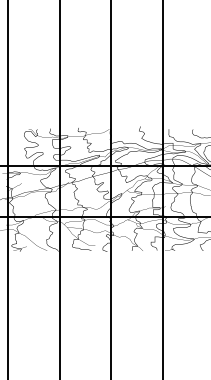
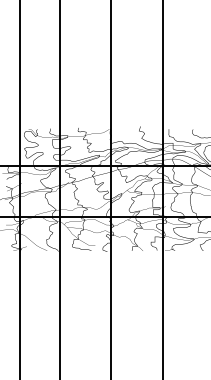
line at (8, 189) position: (8, 189) -> (20, 189)
